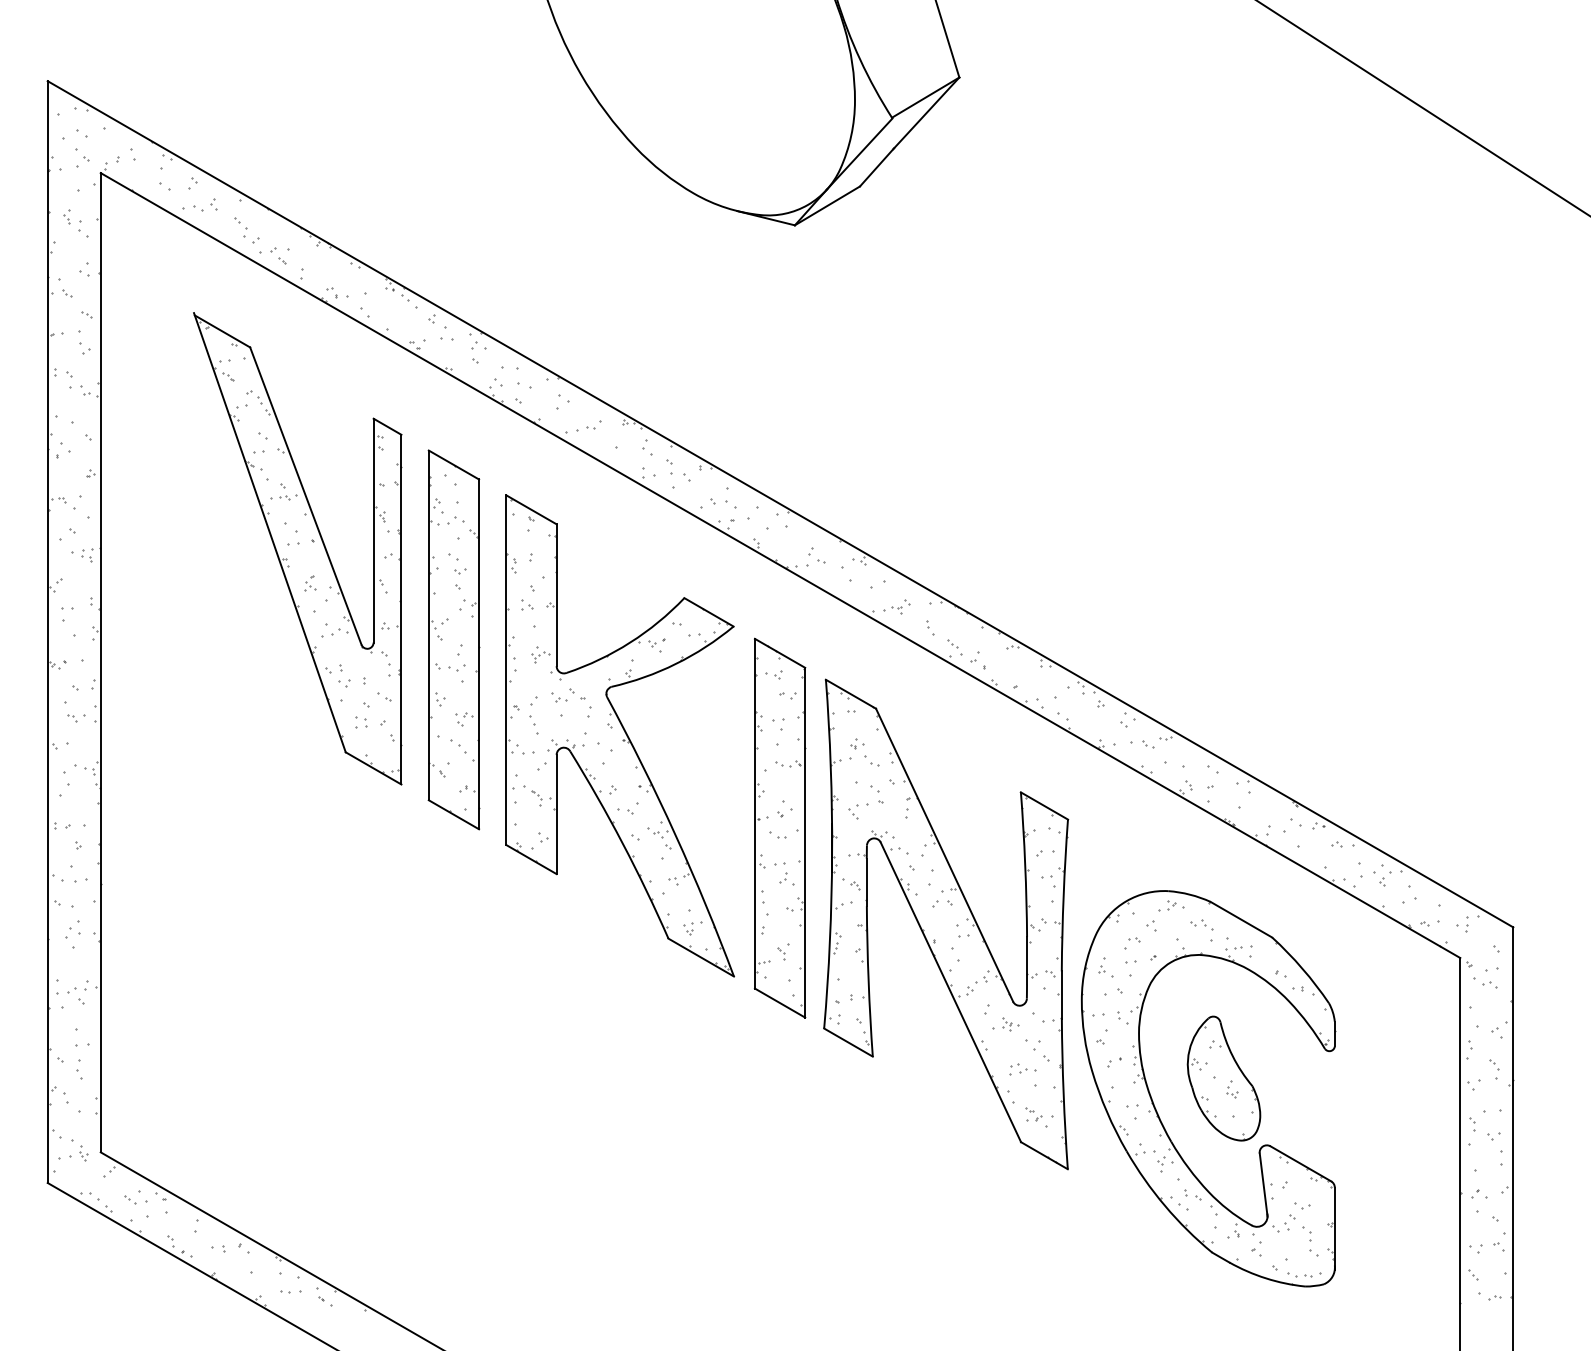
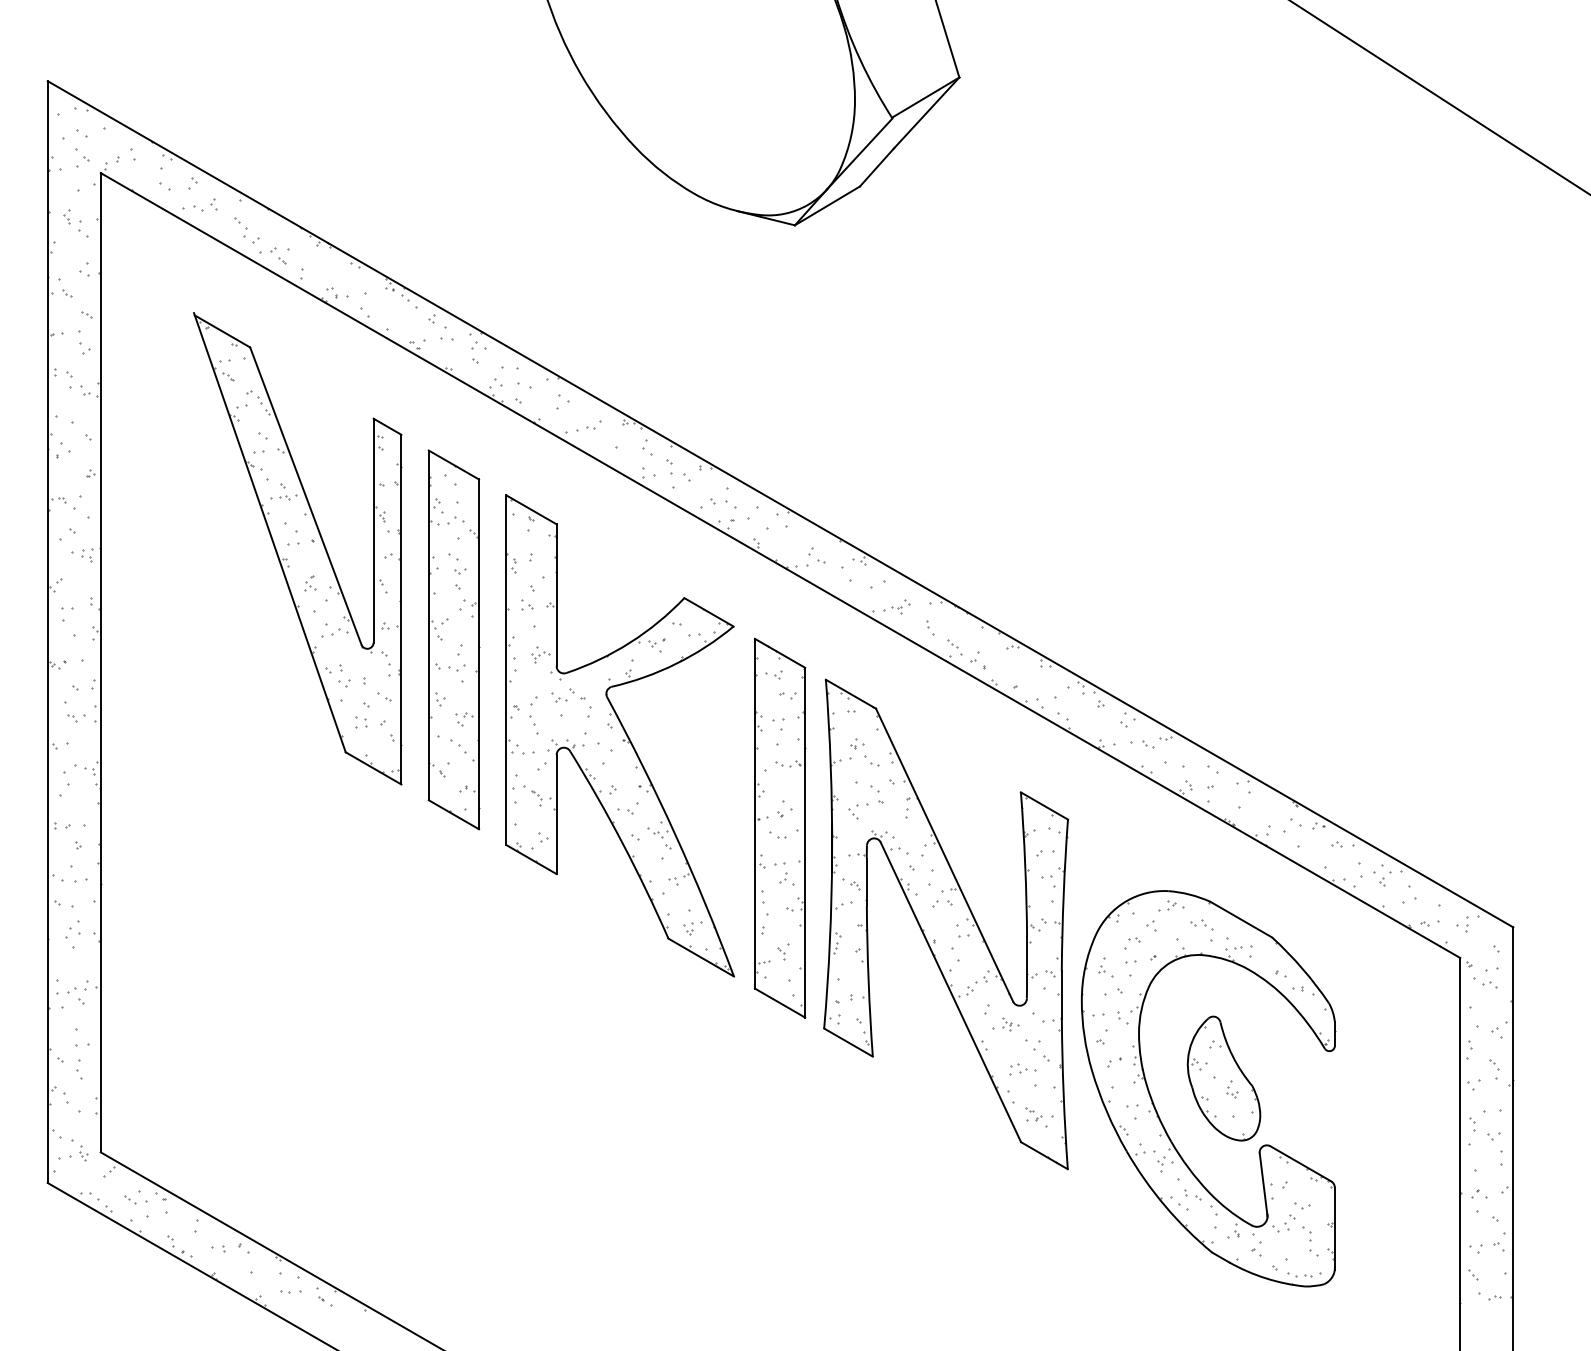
line at (1423, 108) position: (1423, 108) -> (1439, 97)
